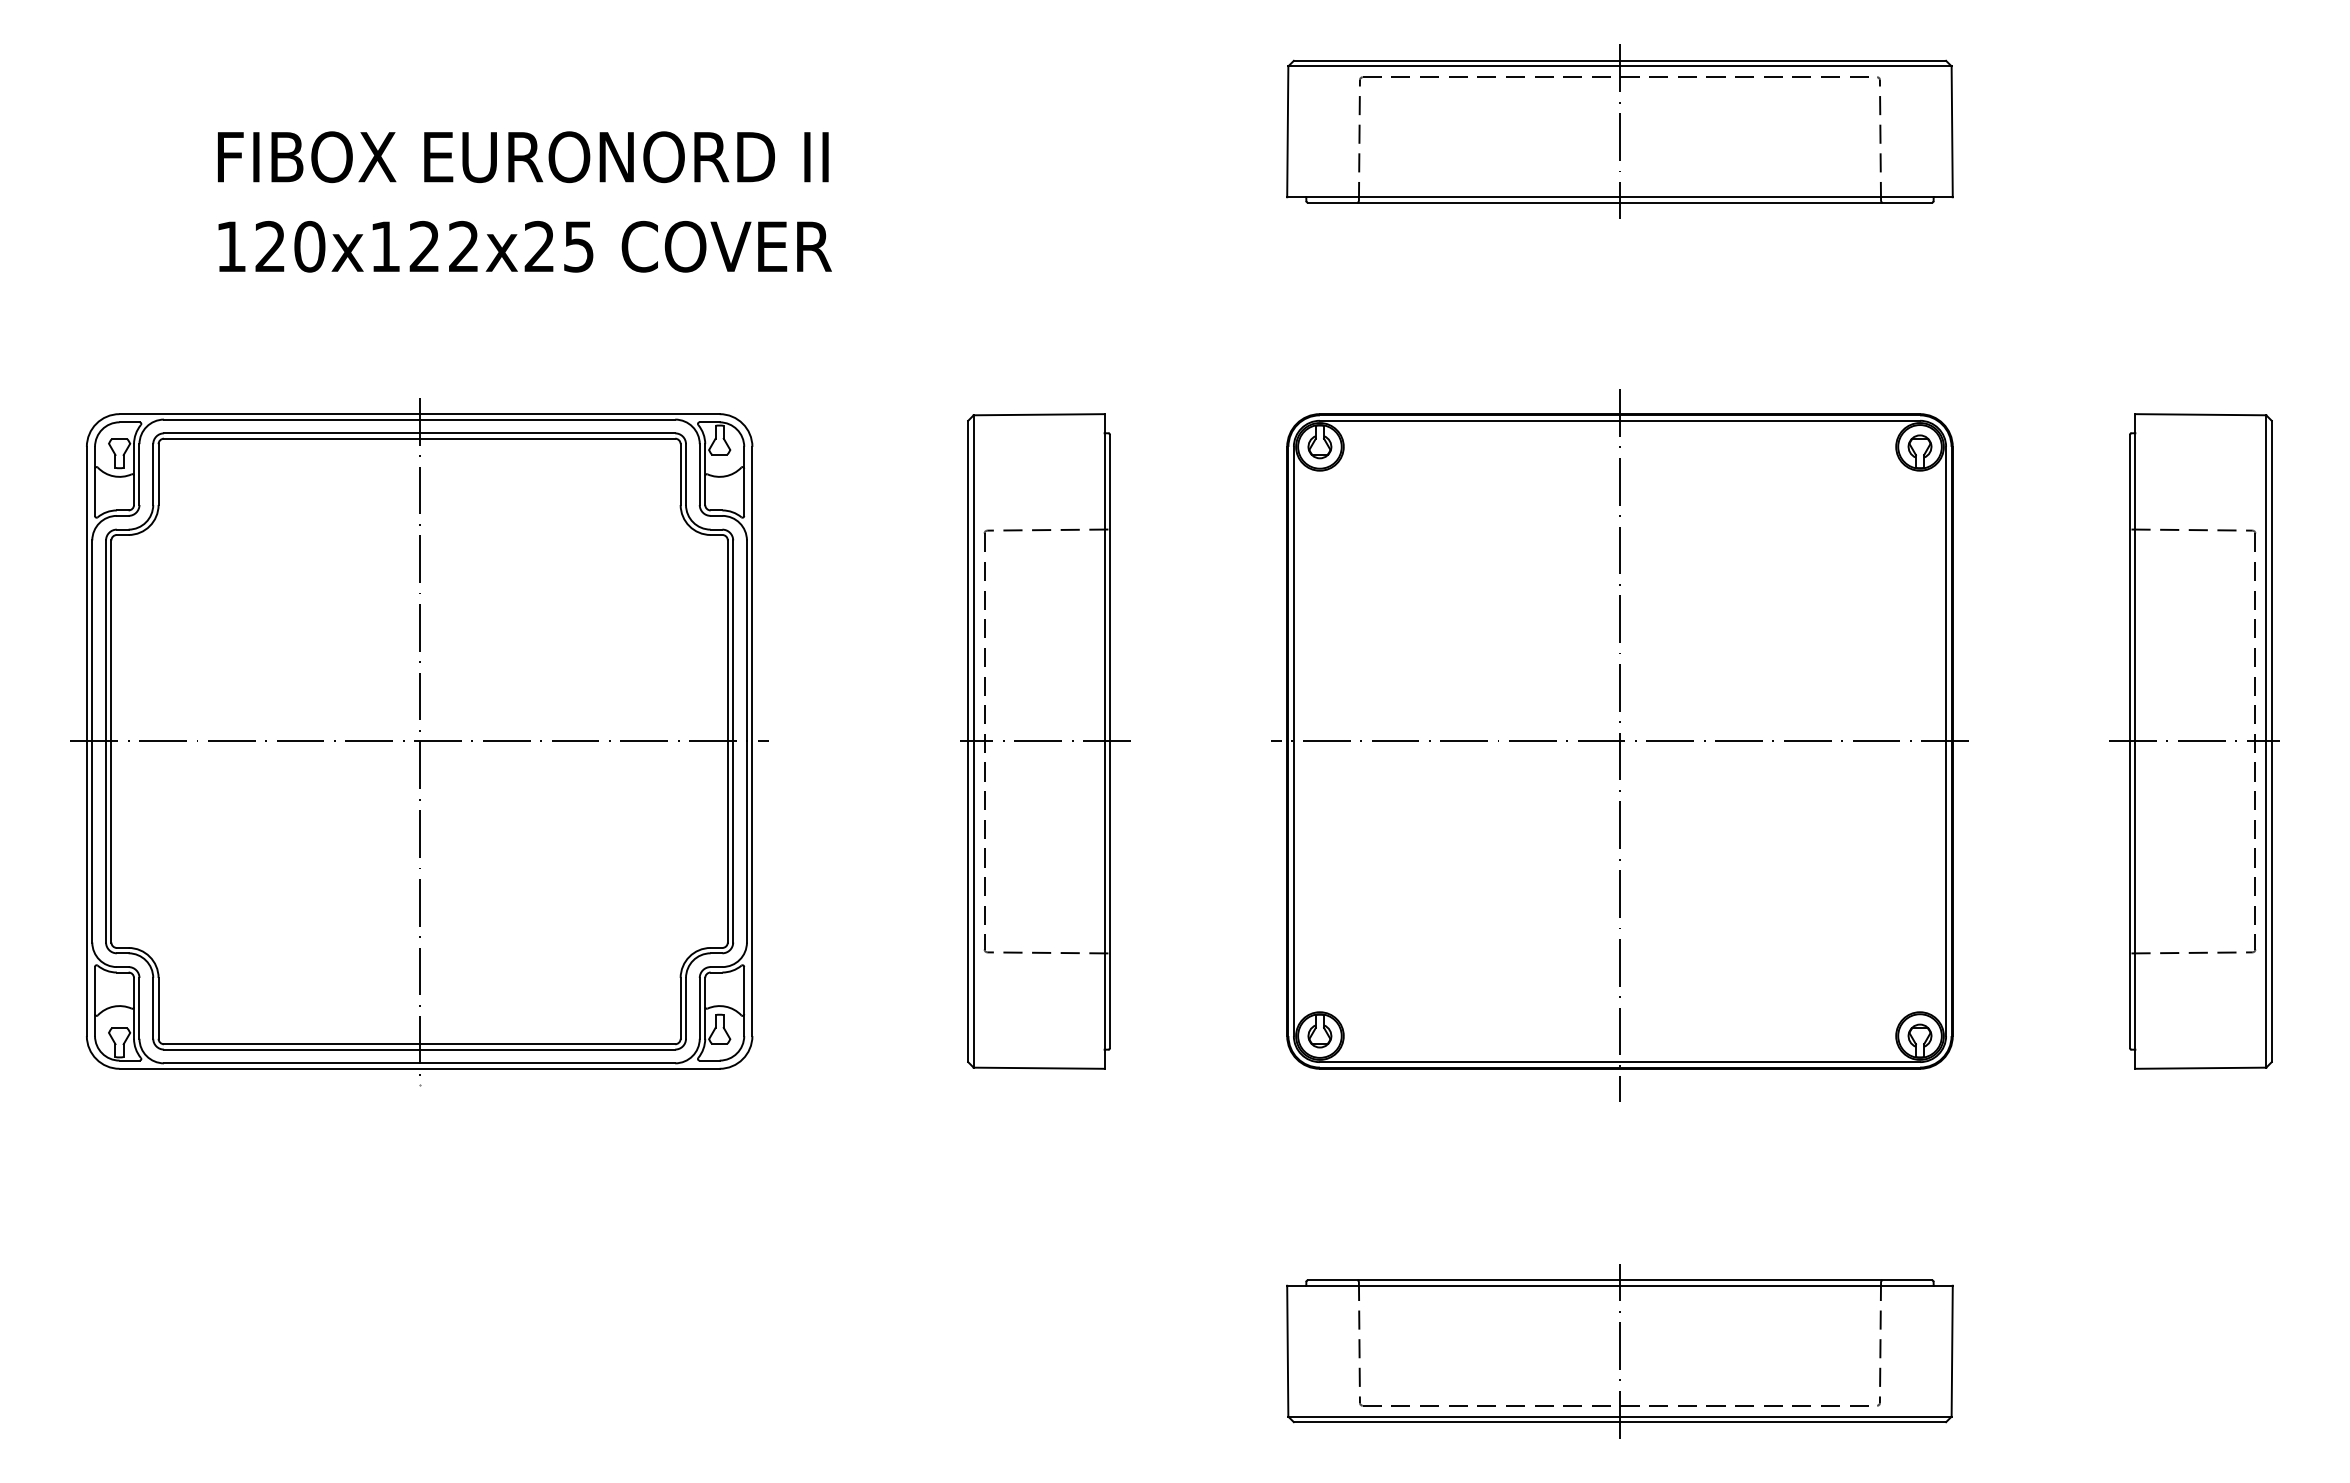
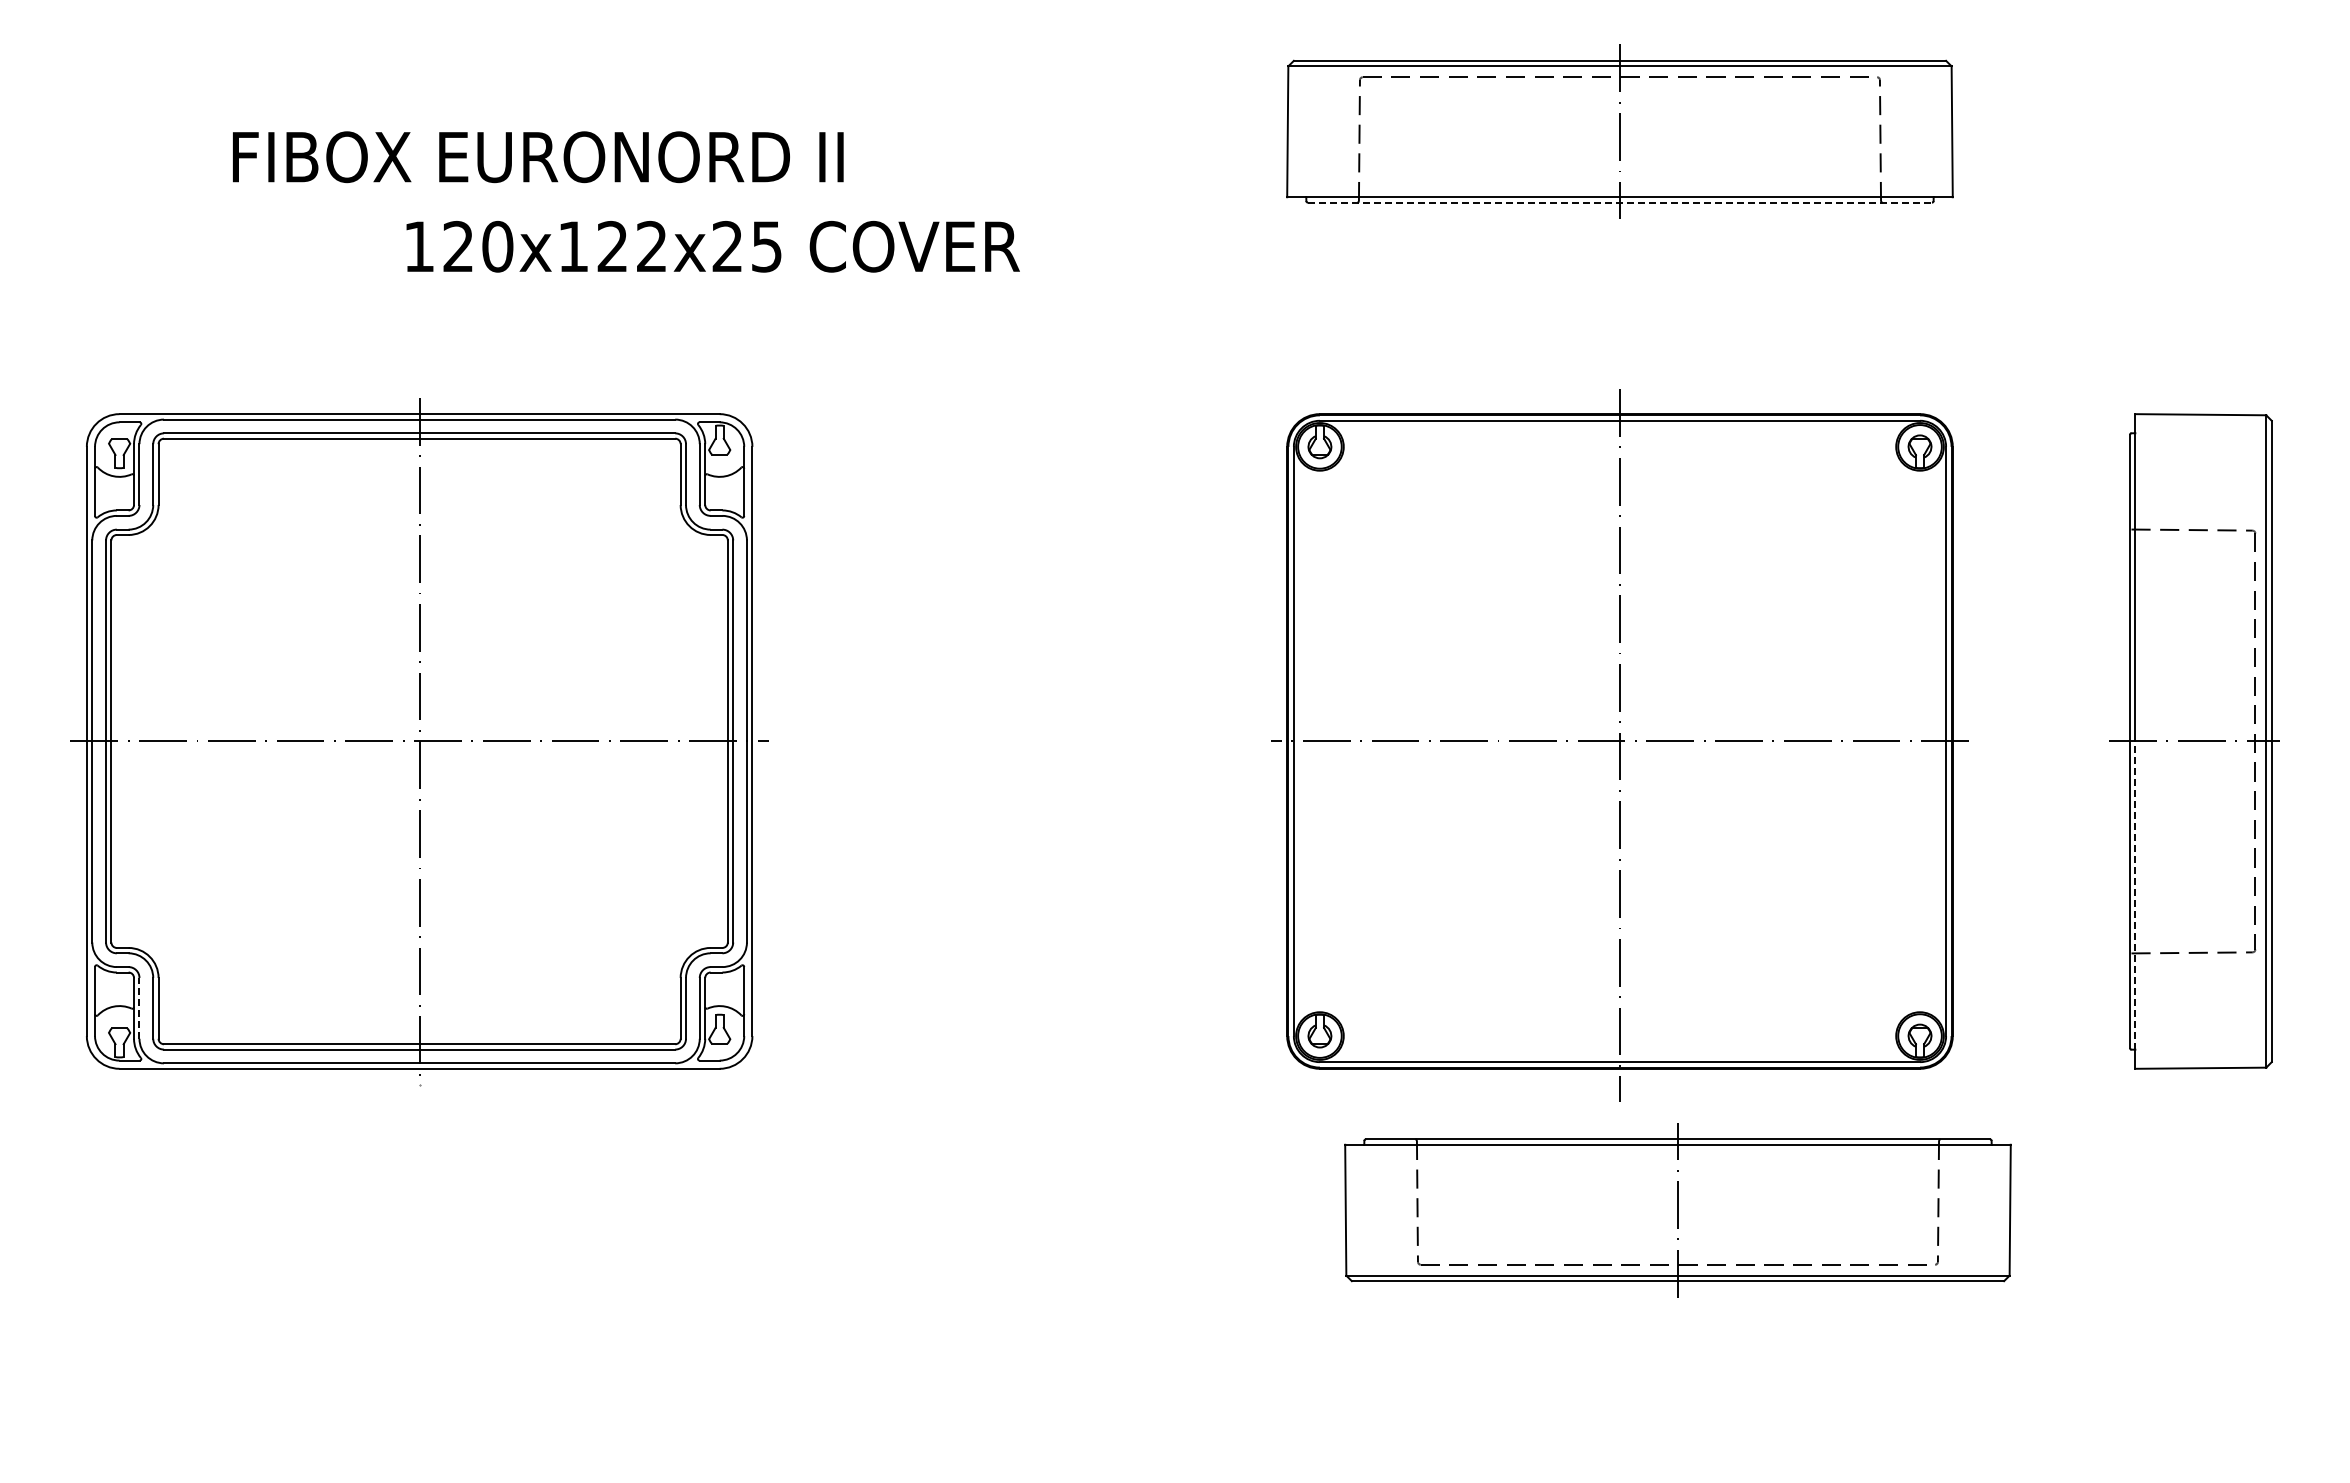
text at (523, 157) position: (523, 157) -> (538, 157)
line at (1619, 202): solid -> dashed
text at (524, 246) position: (524, 246) -> (712, 246)
part at (1045, 741): present -> none
line at (2135, 895): solid -> dashed
line at (139, 1007): solid -> dashed
part at (1619, 1351) position: (1619, 1351) -> (1677, 1210)
